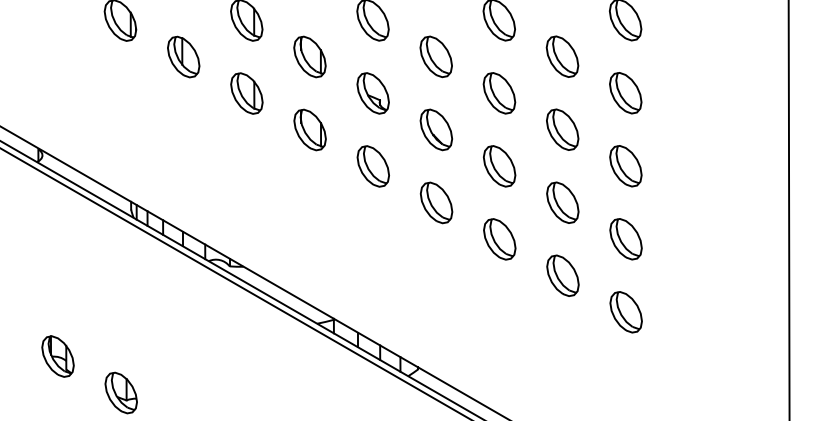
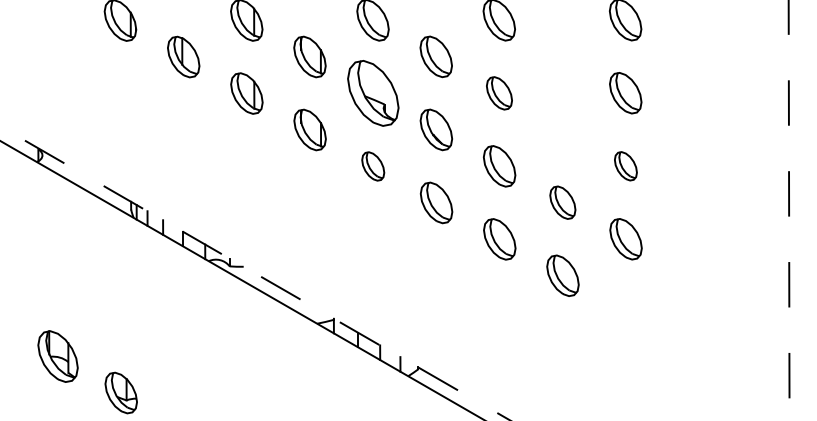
part at (562, 56): present -> none
part at (372, 93) size: 34x43 px -> 53x67 px
part at (499, 93) size: 35x43 px -> 27x35 px
part at (562, 129): present -> none
part at (372, 166) size: 34x43 px -> 25x31 px
part at (625, 166) size: 34x43 px -> 24x31 px
part at (562, 202) size: 34x43 px -> 28x35 px
line at (789, 210): solid -> dashed
line at (256, 274): solid -> dashed
line at (234, 283): present -> none
part at (625, 312): present -> none
part at (57, 356) size: 34x43 px -> 42x53 px
